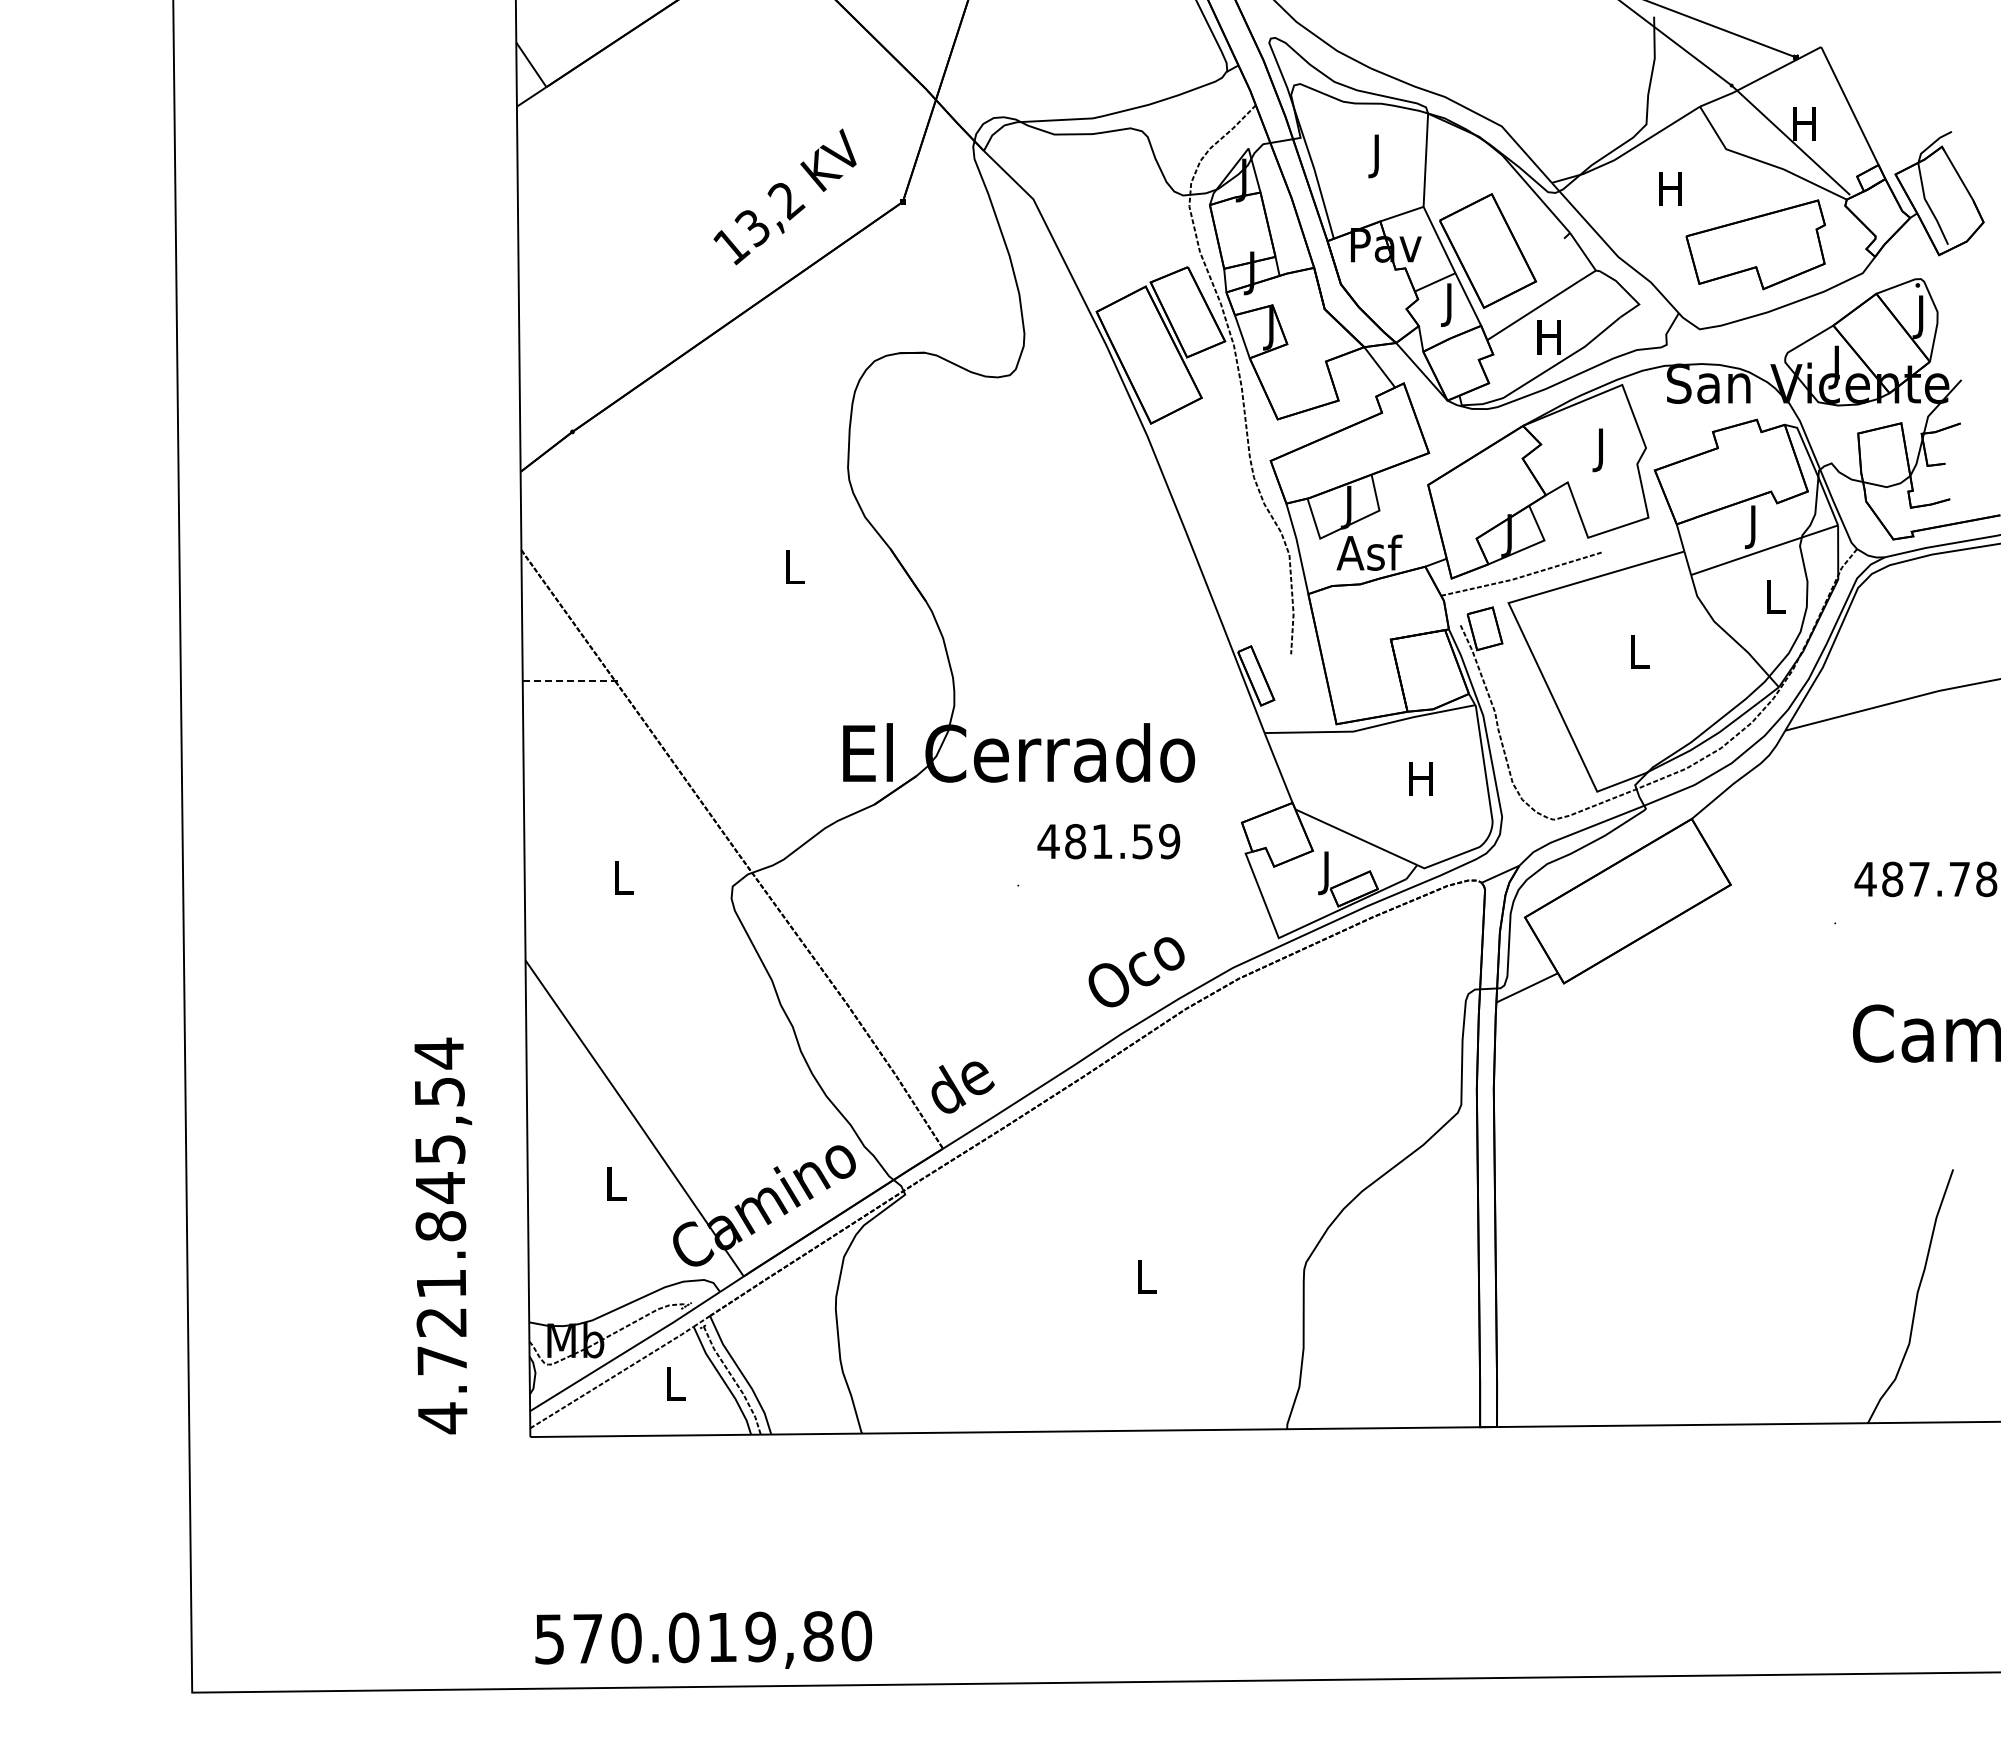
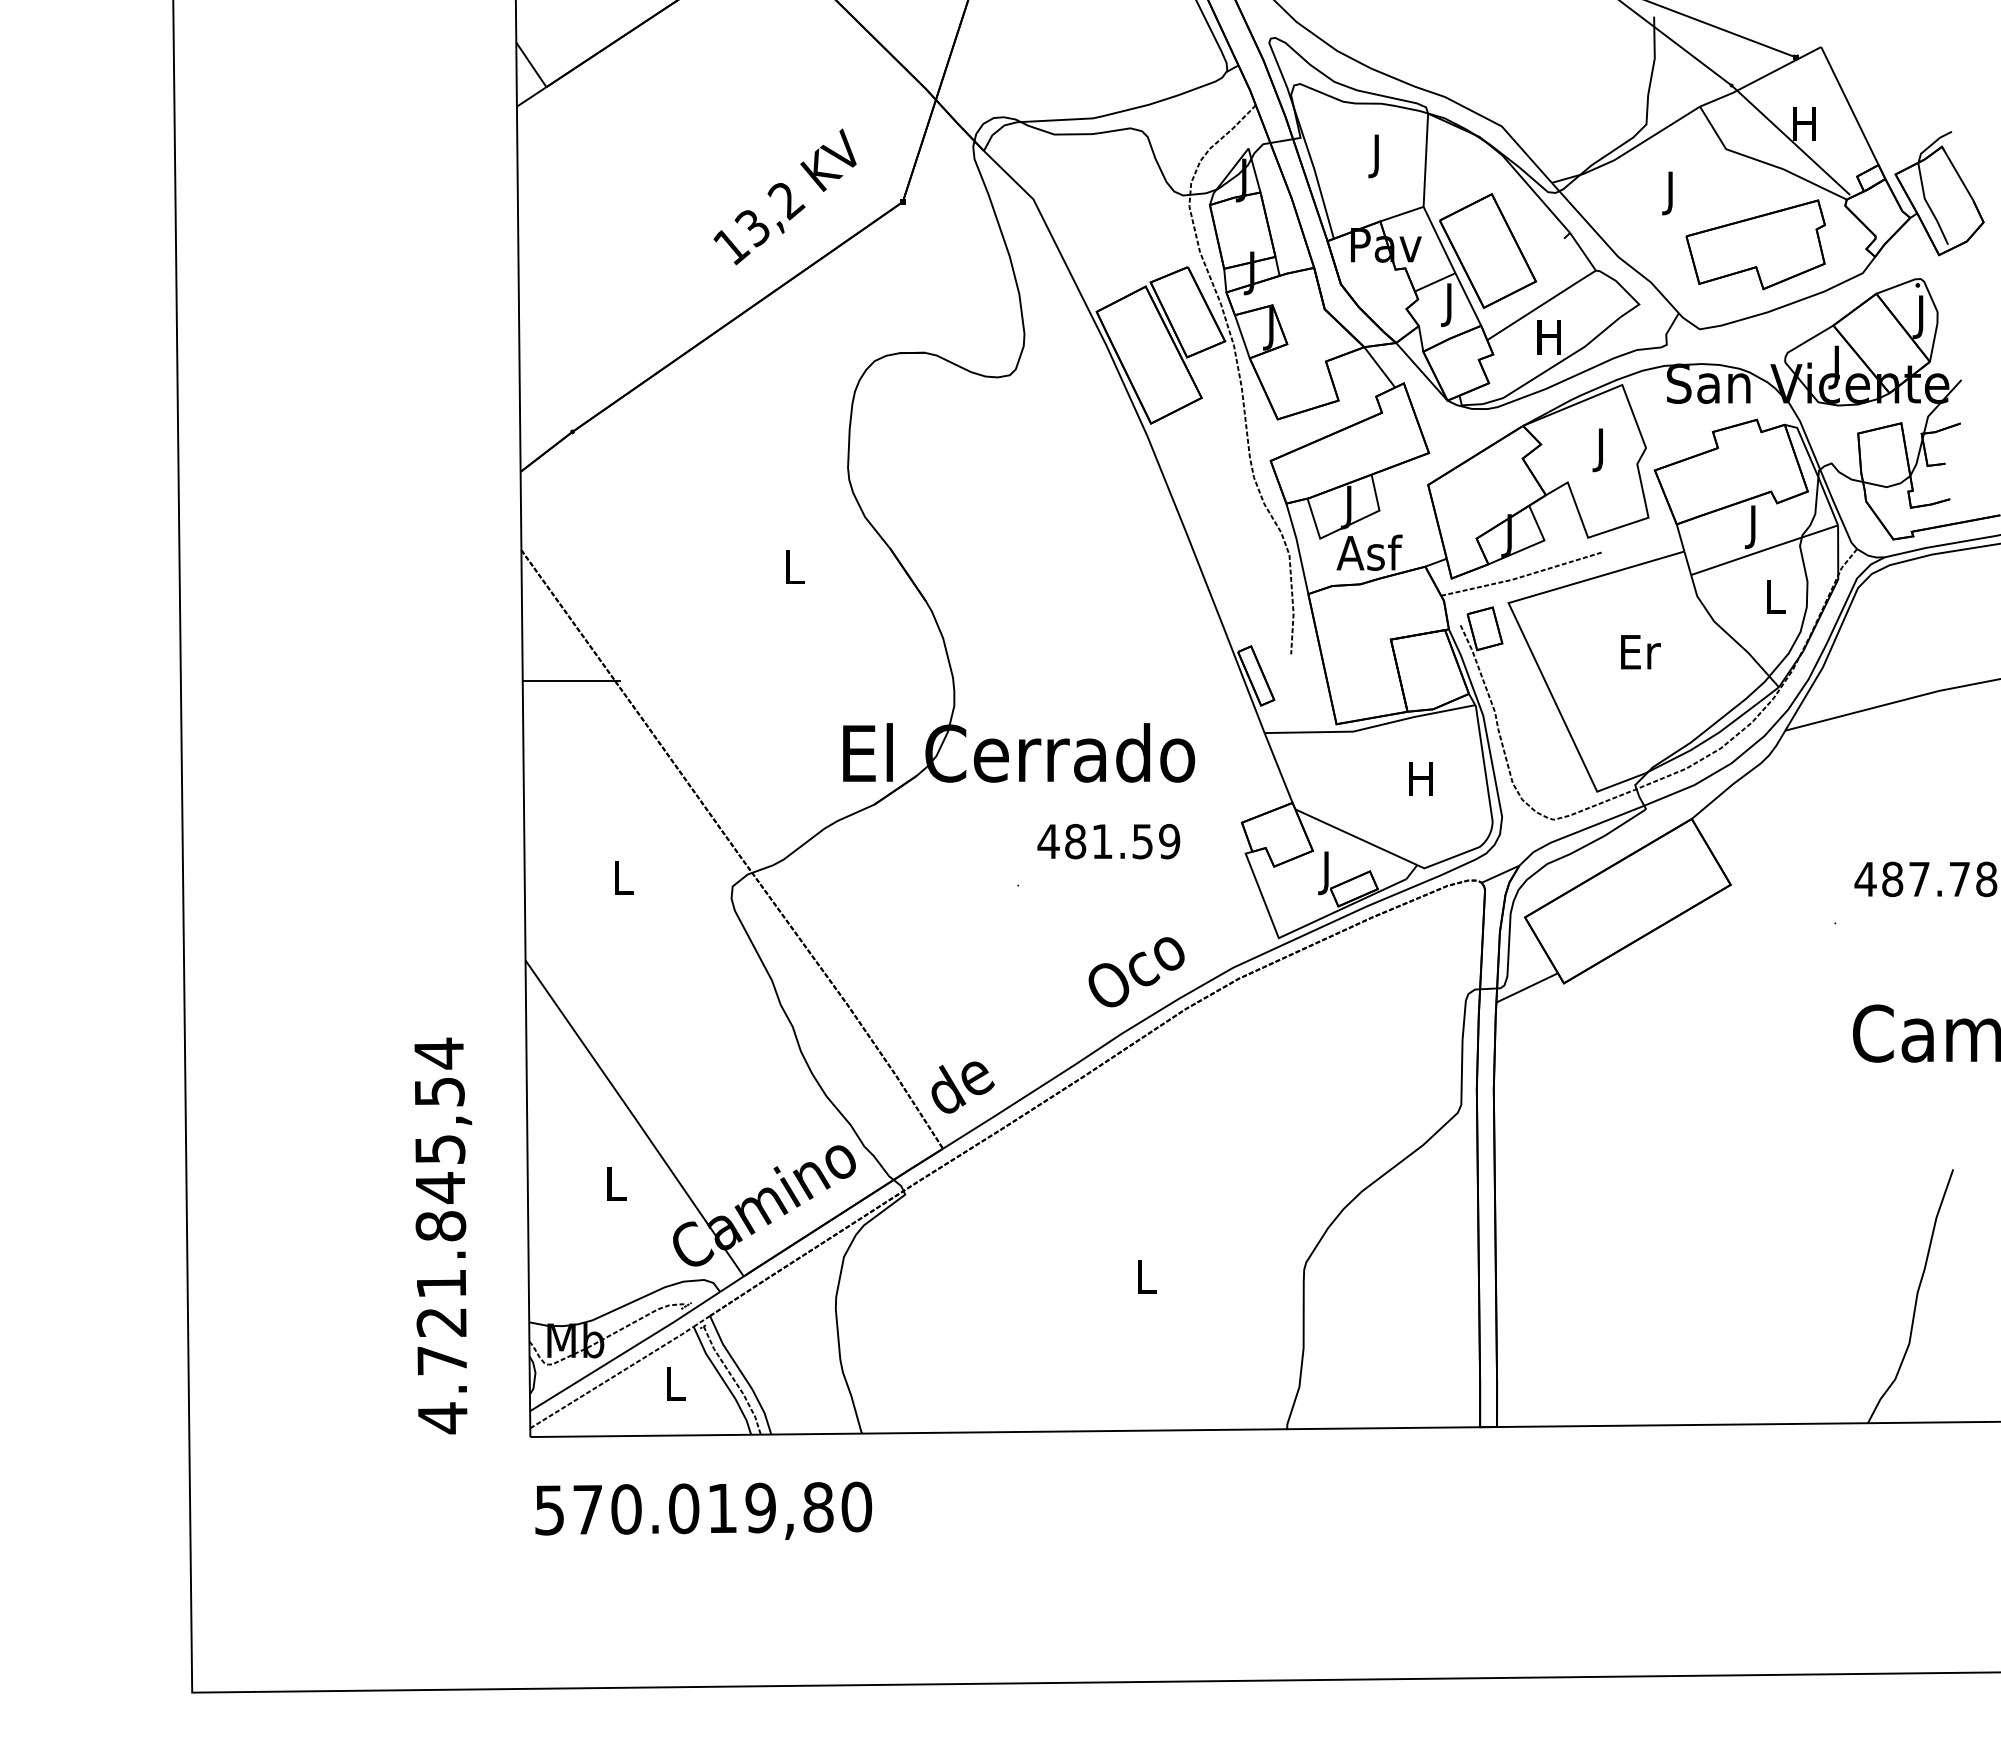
text at (1670, 193): H -> J
text at (1640, 652): L -> Er
line at (571, 681): dashed -> solid
text at (703, 1639) position: (703, 1639) -> (703, 1510)
